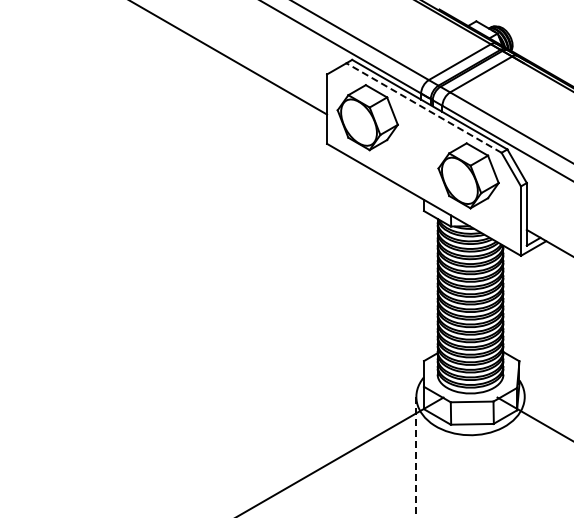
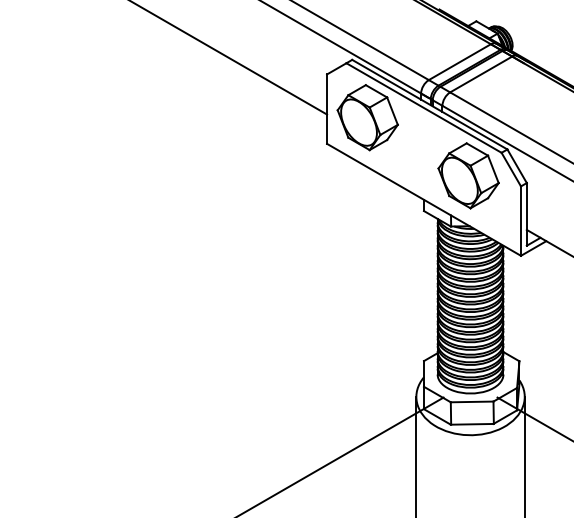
line at (424, 108): dashed -> solid
line at (524, 455): none -> present
line at (416, 457): dashed -> solid
